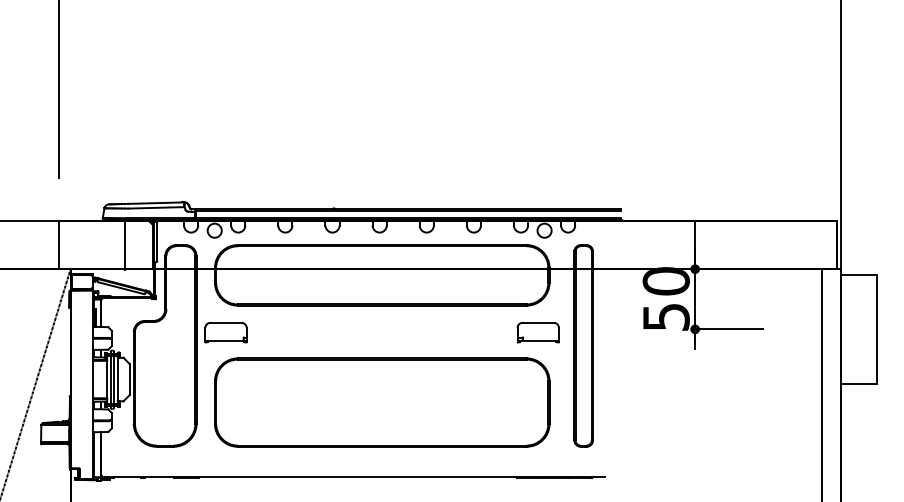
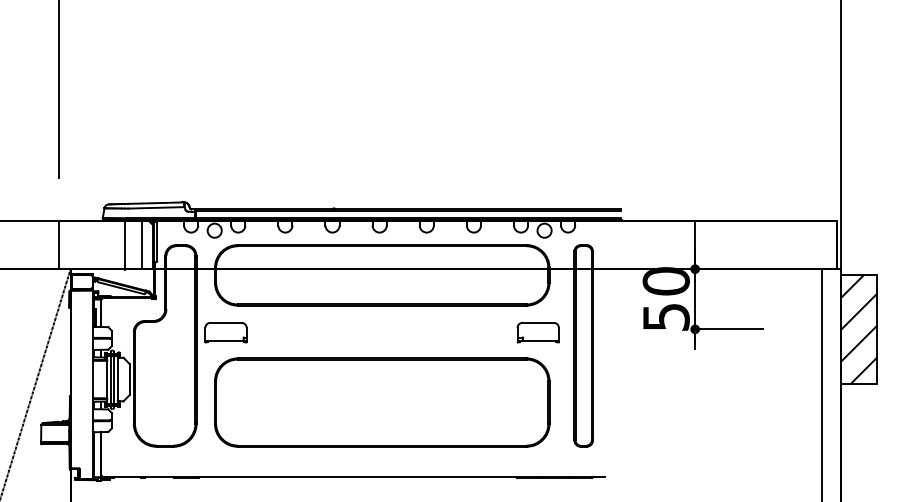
line at (141, 245): none -> present
hatch at (858, 329): none -> present
